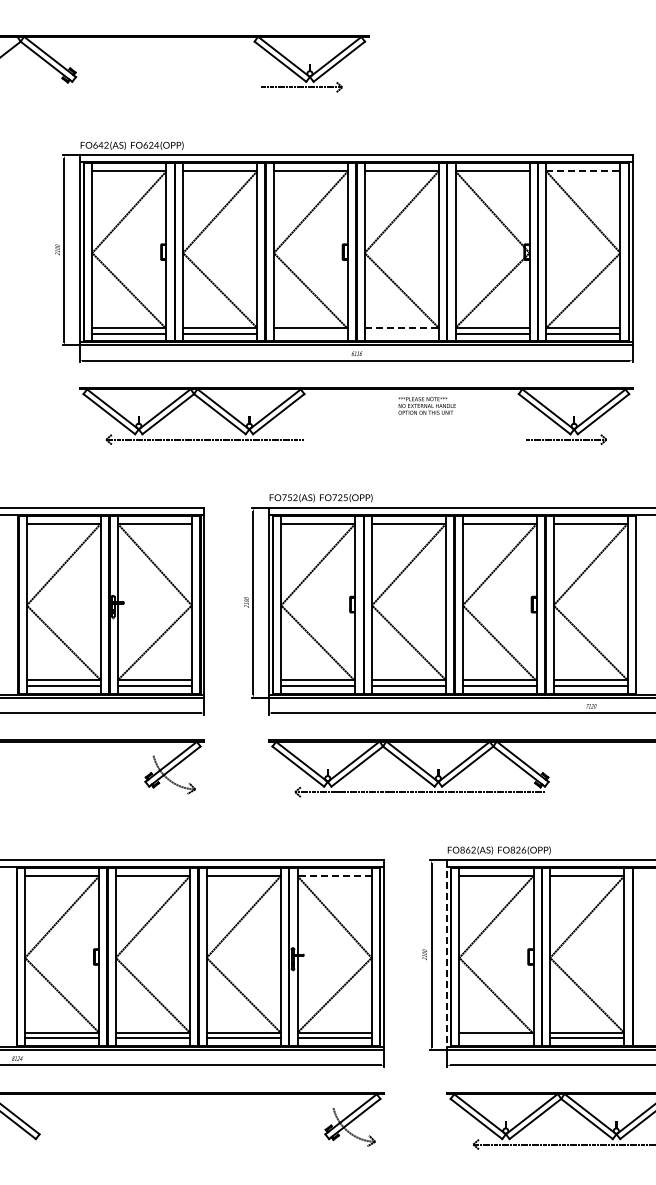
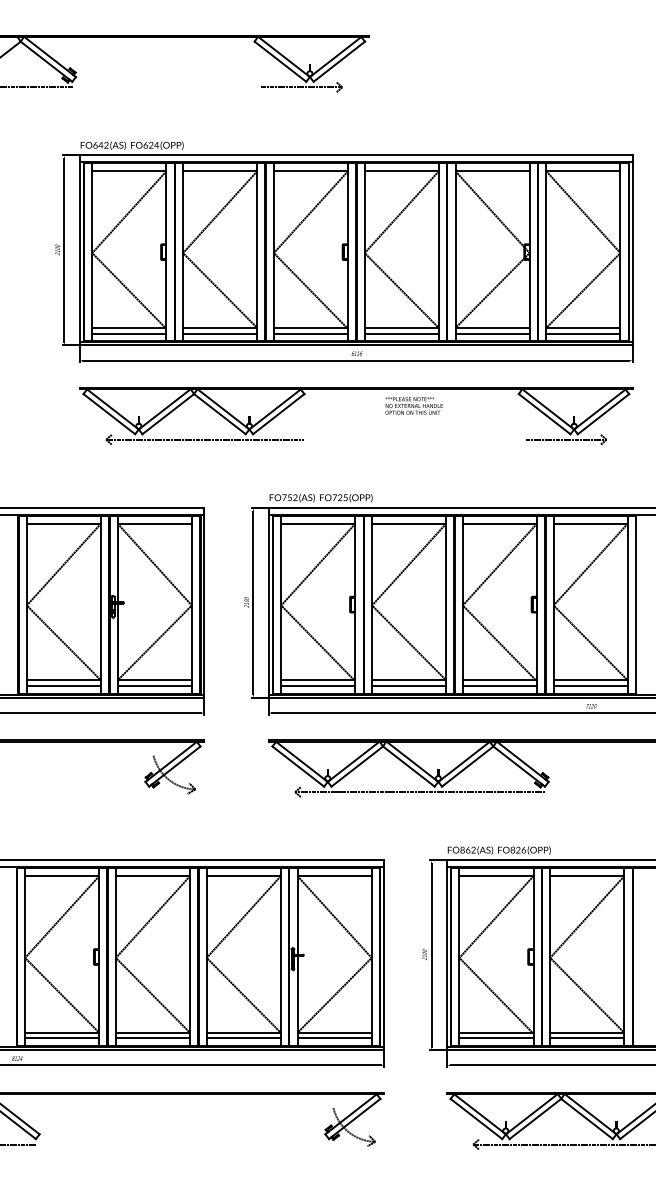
line at (37, 87): none -> present
line at (583, 171): dashed -> solid
line at (402, 328): dashed -> solid
line at (310, 333): none -> present
line at (401, 333): none -> present
text at (426, 405) position: (426, 405) -> (413, 405)
line at (334, 876): dashed -> solid
line at (446, 955): dashed -> solid
line at (496, 1038): none -> present
line at (19, 1144): none -> present
